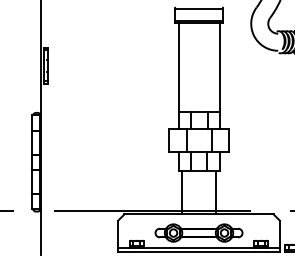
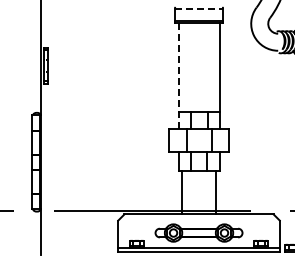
line at (199, 9): solid -> dashed
line at (178, 76): solid -> dashed
